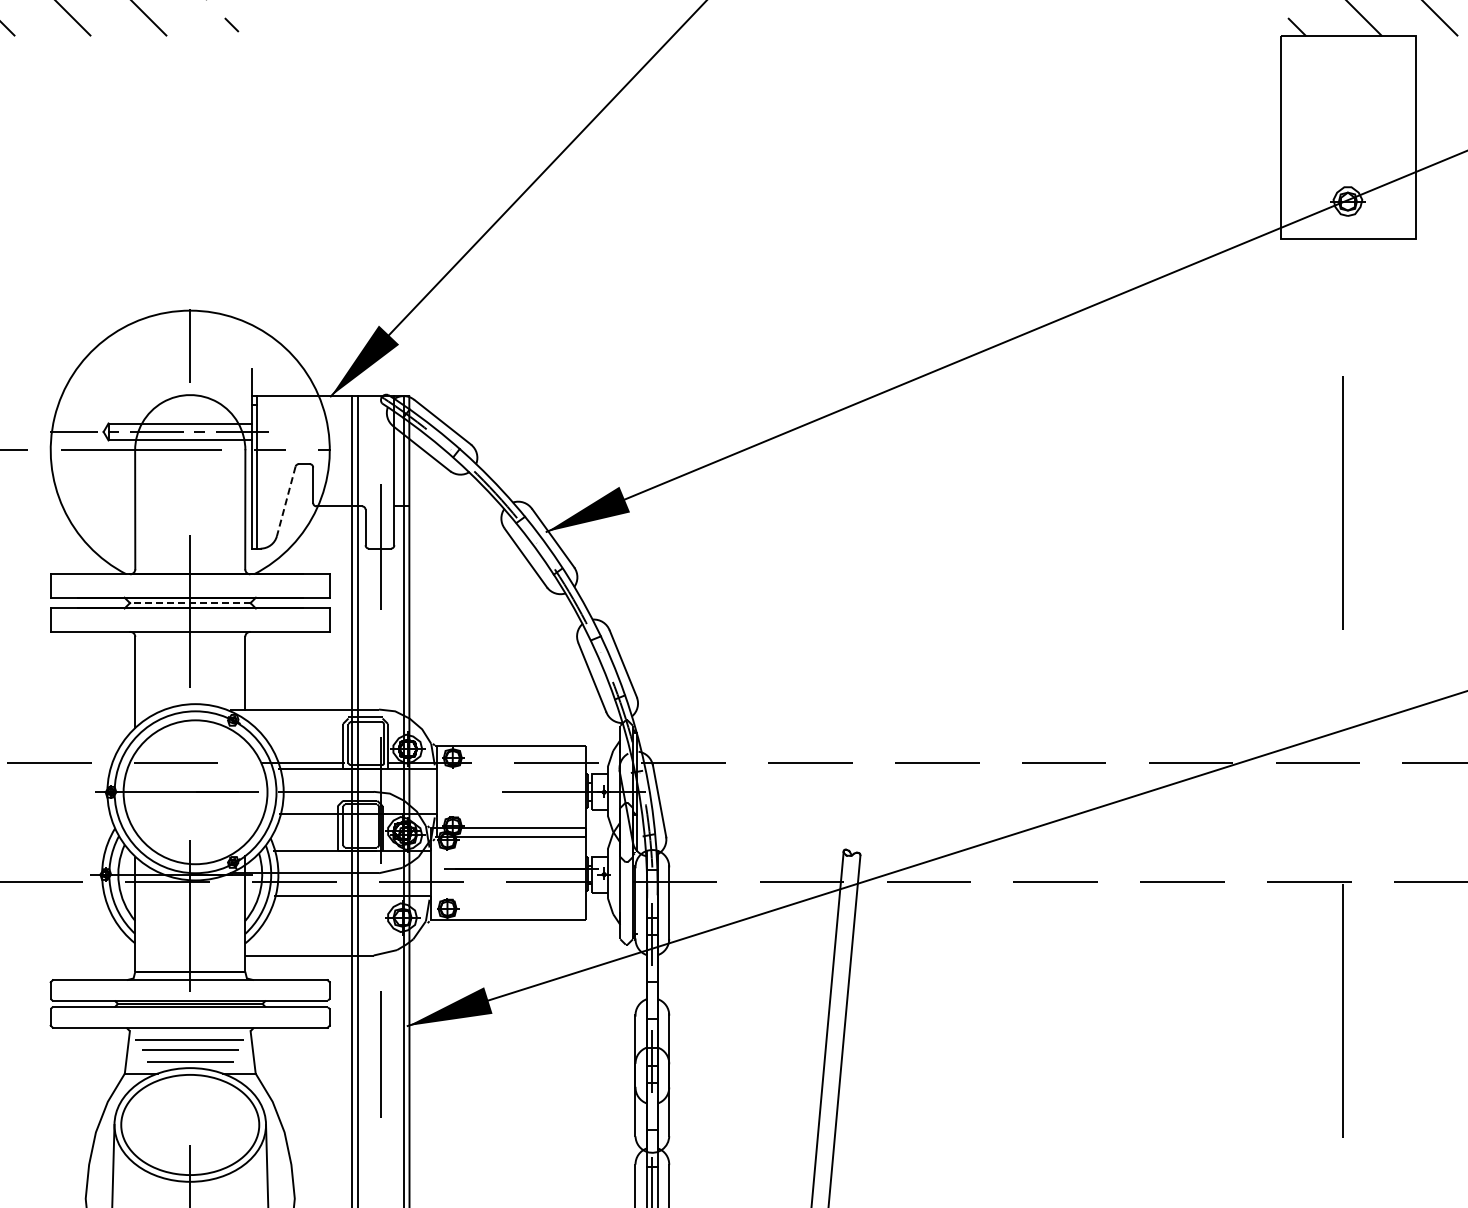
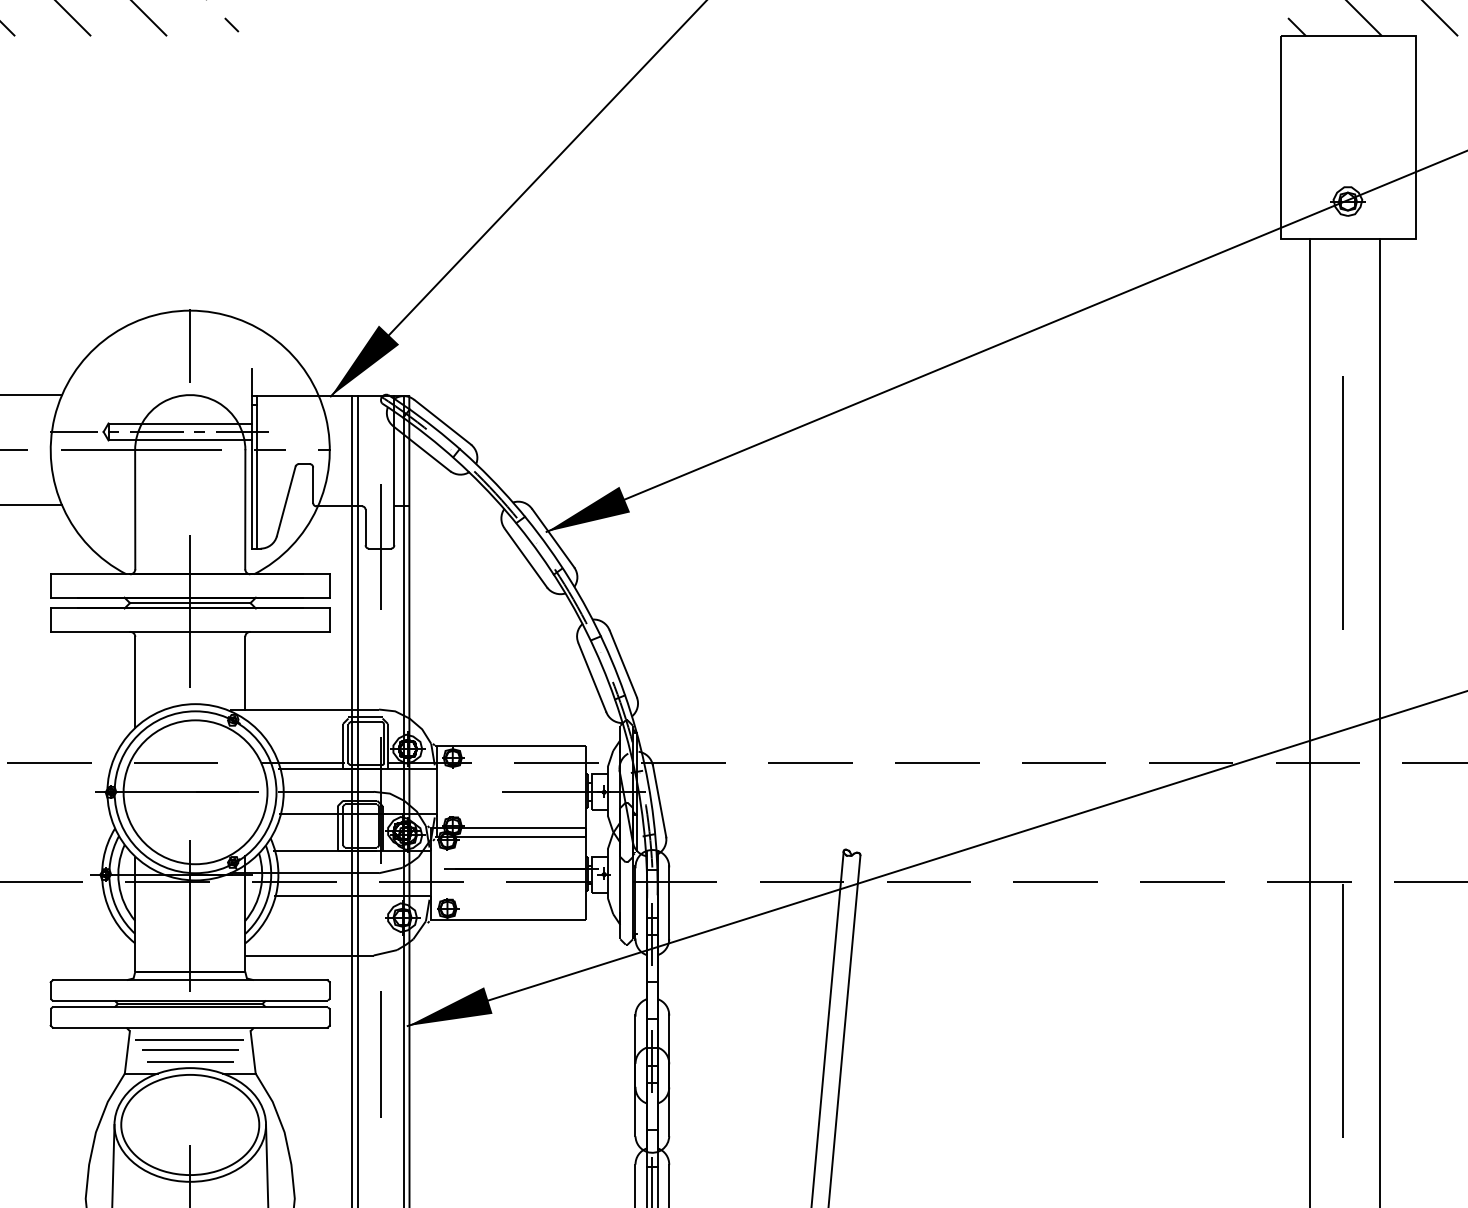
line at (32, 395): none -> present
line at (286, 501): dashed -> solid
line at (32, 505): none -> present
line at (189, 603): dashed -> solid
line at (1310, 721): none -> present
line at (1380, 721): none -> present
